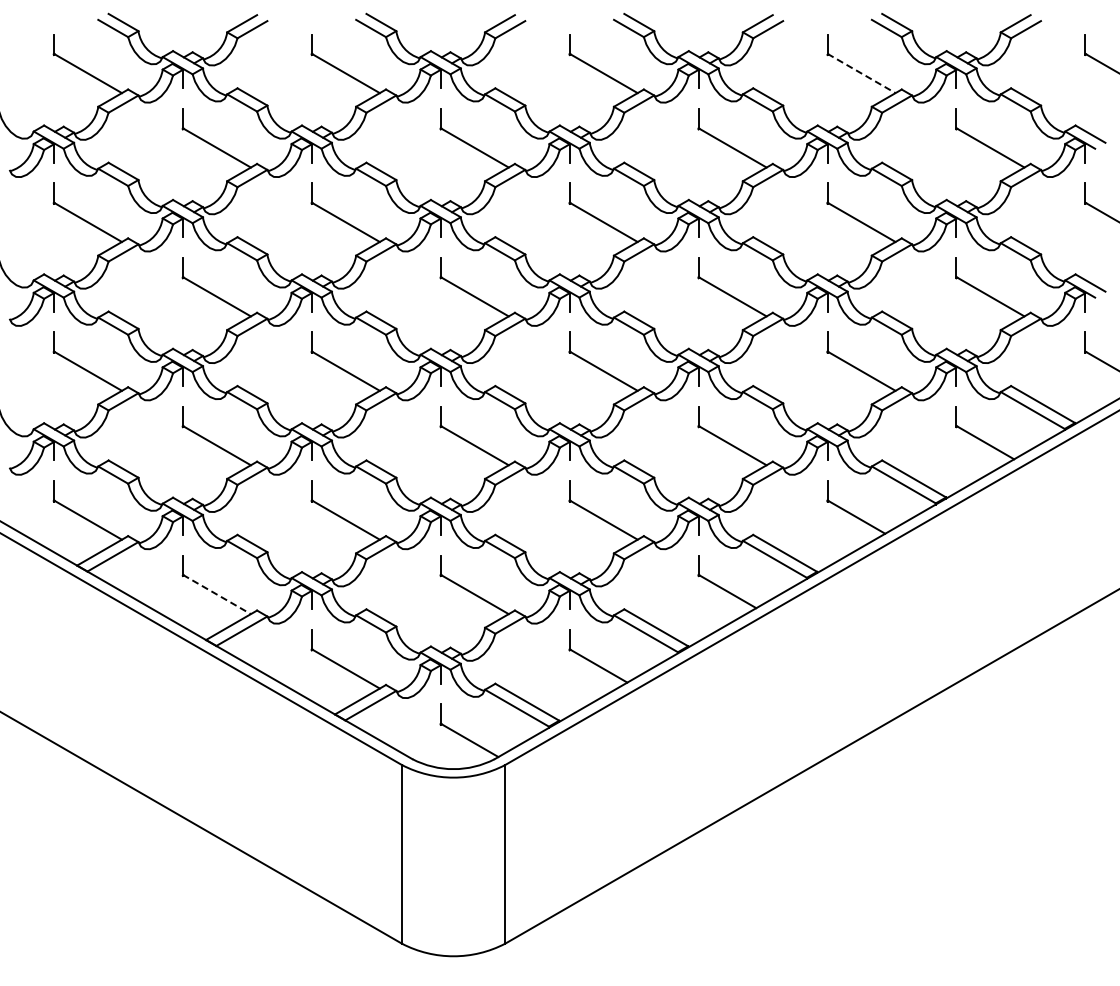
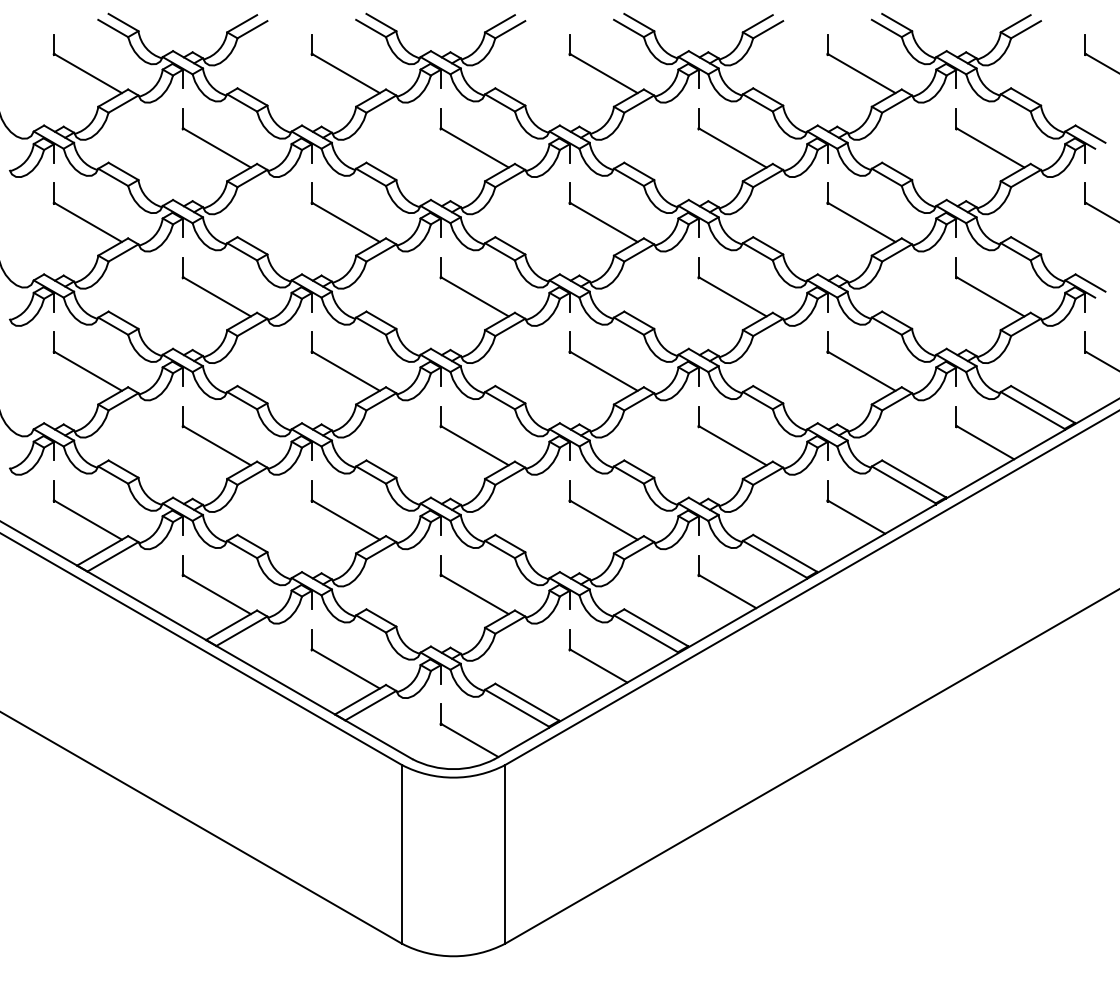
line at (861, 73): dashed -> solid
line at (217, 594): dashed -> solid
